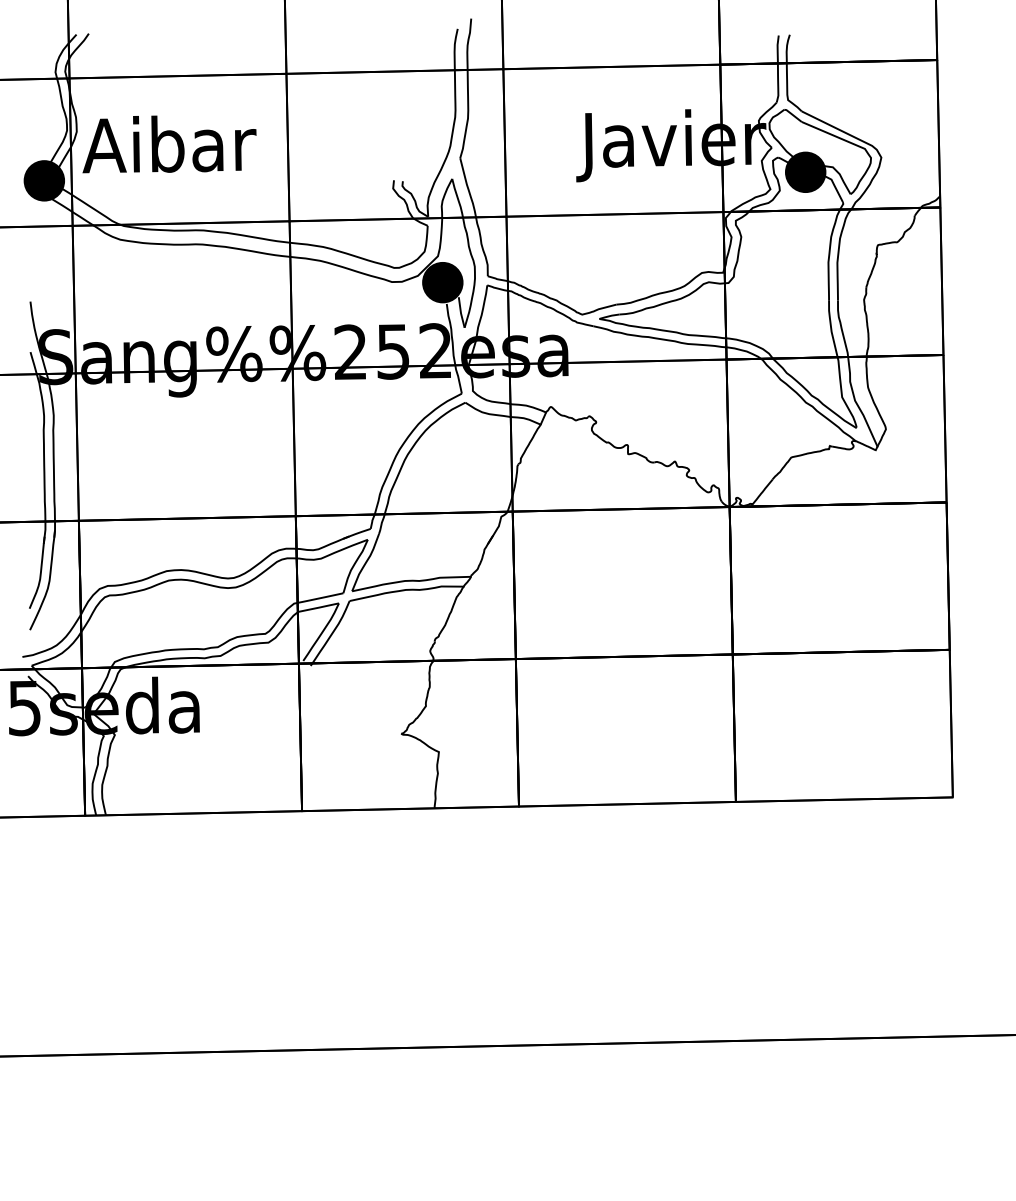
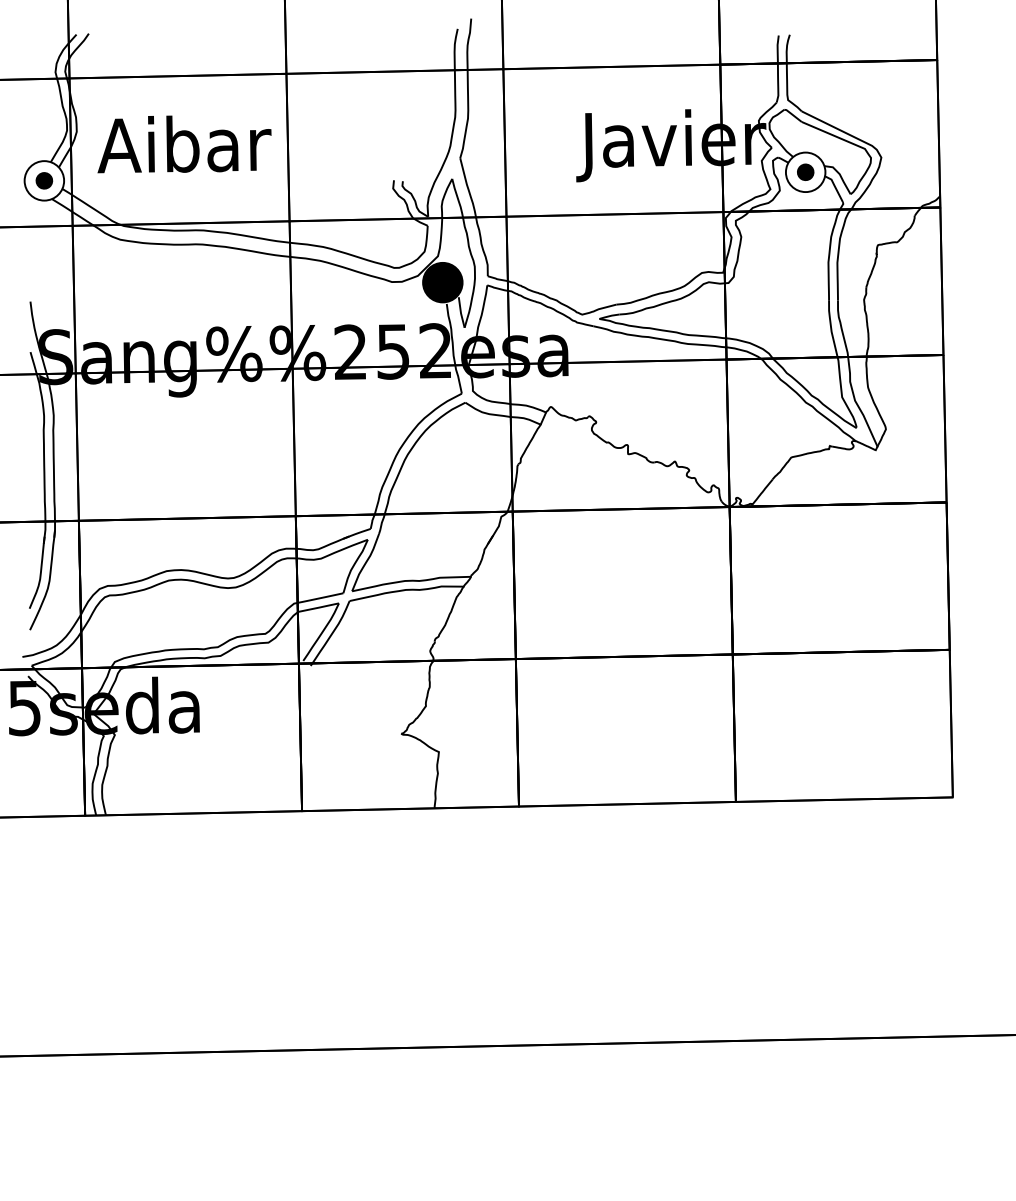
text at (169, 144) position: (169, 144) -> (184, 144)
fill at (805, 172): present -> none
fill at (44, 180): present -> none
